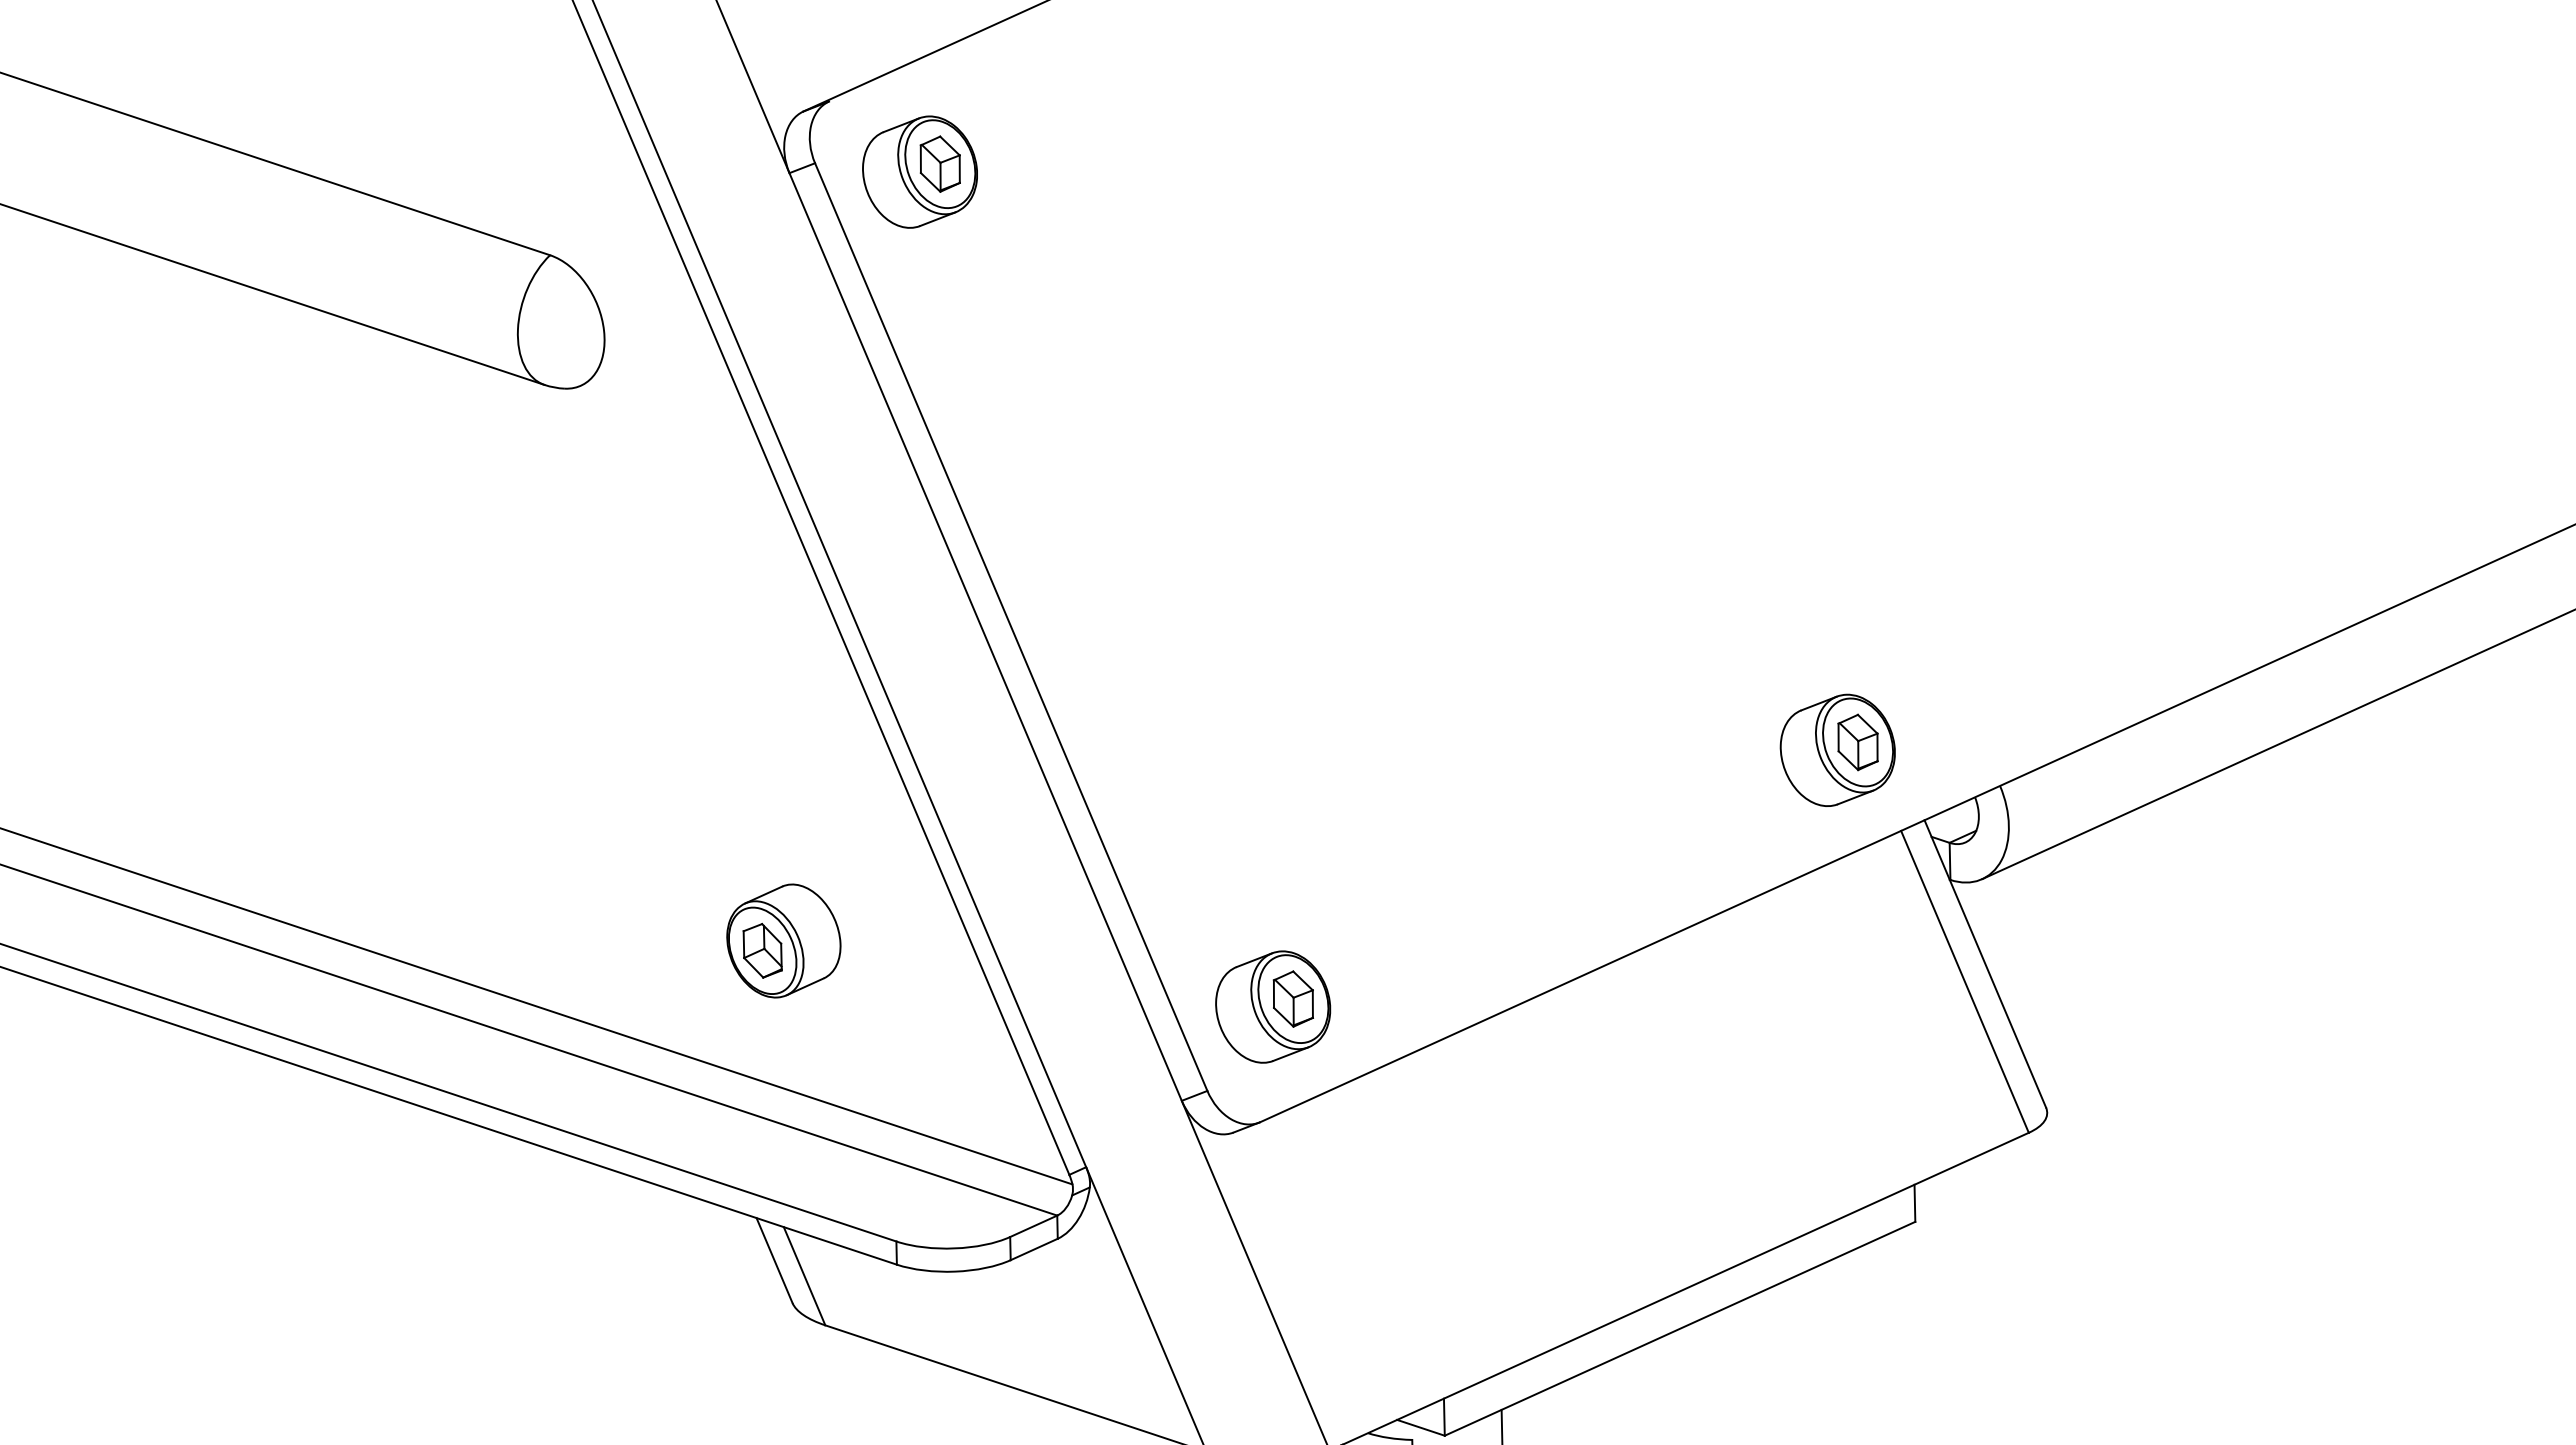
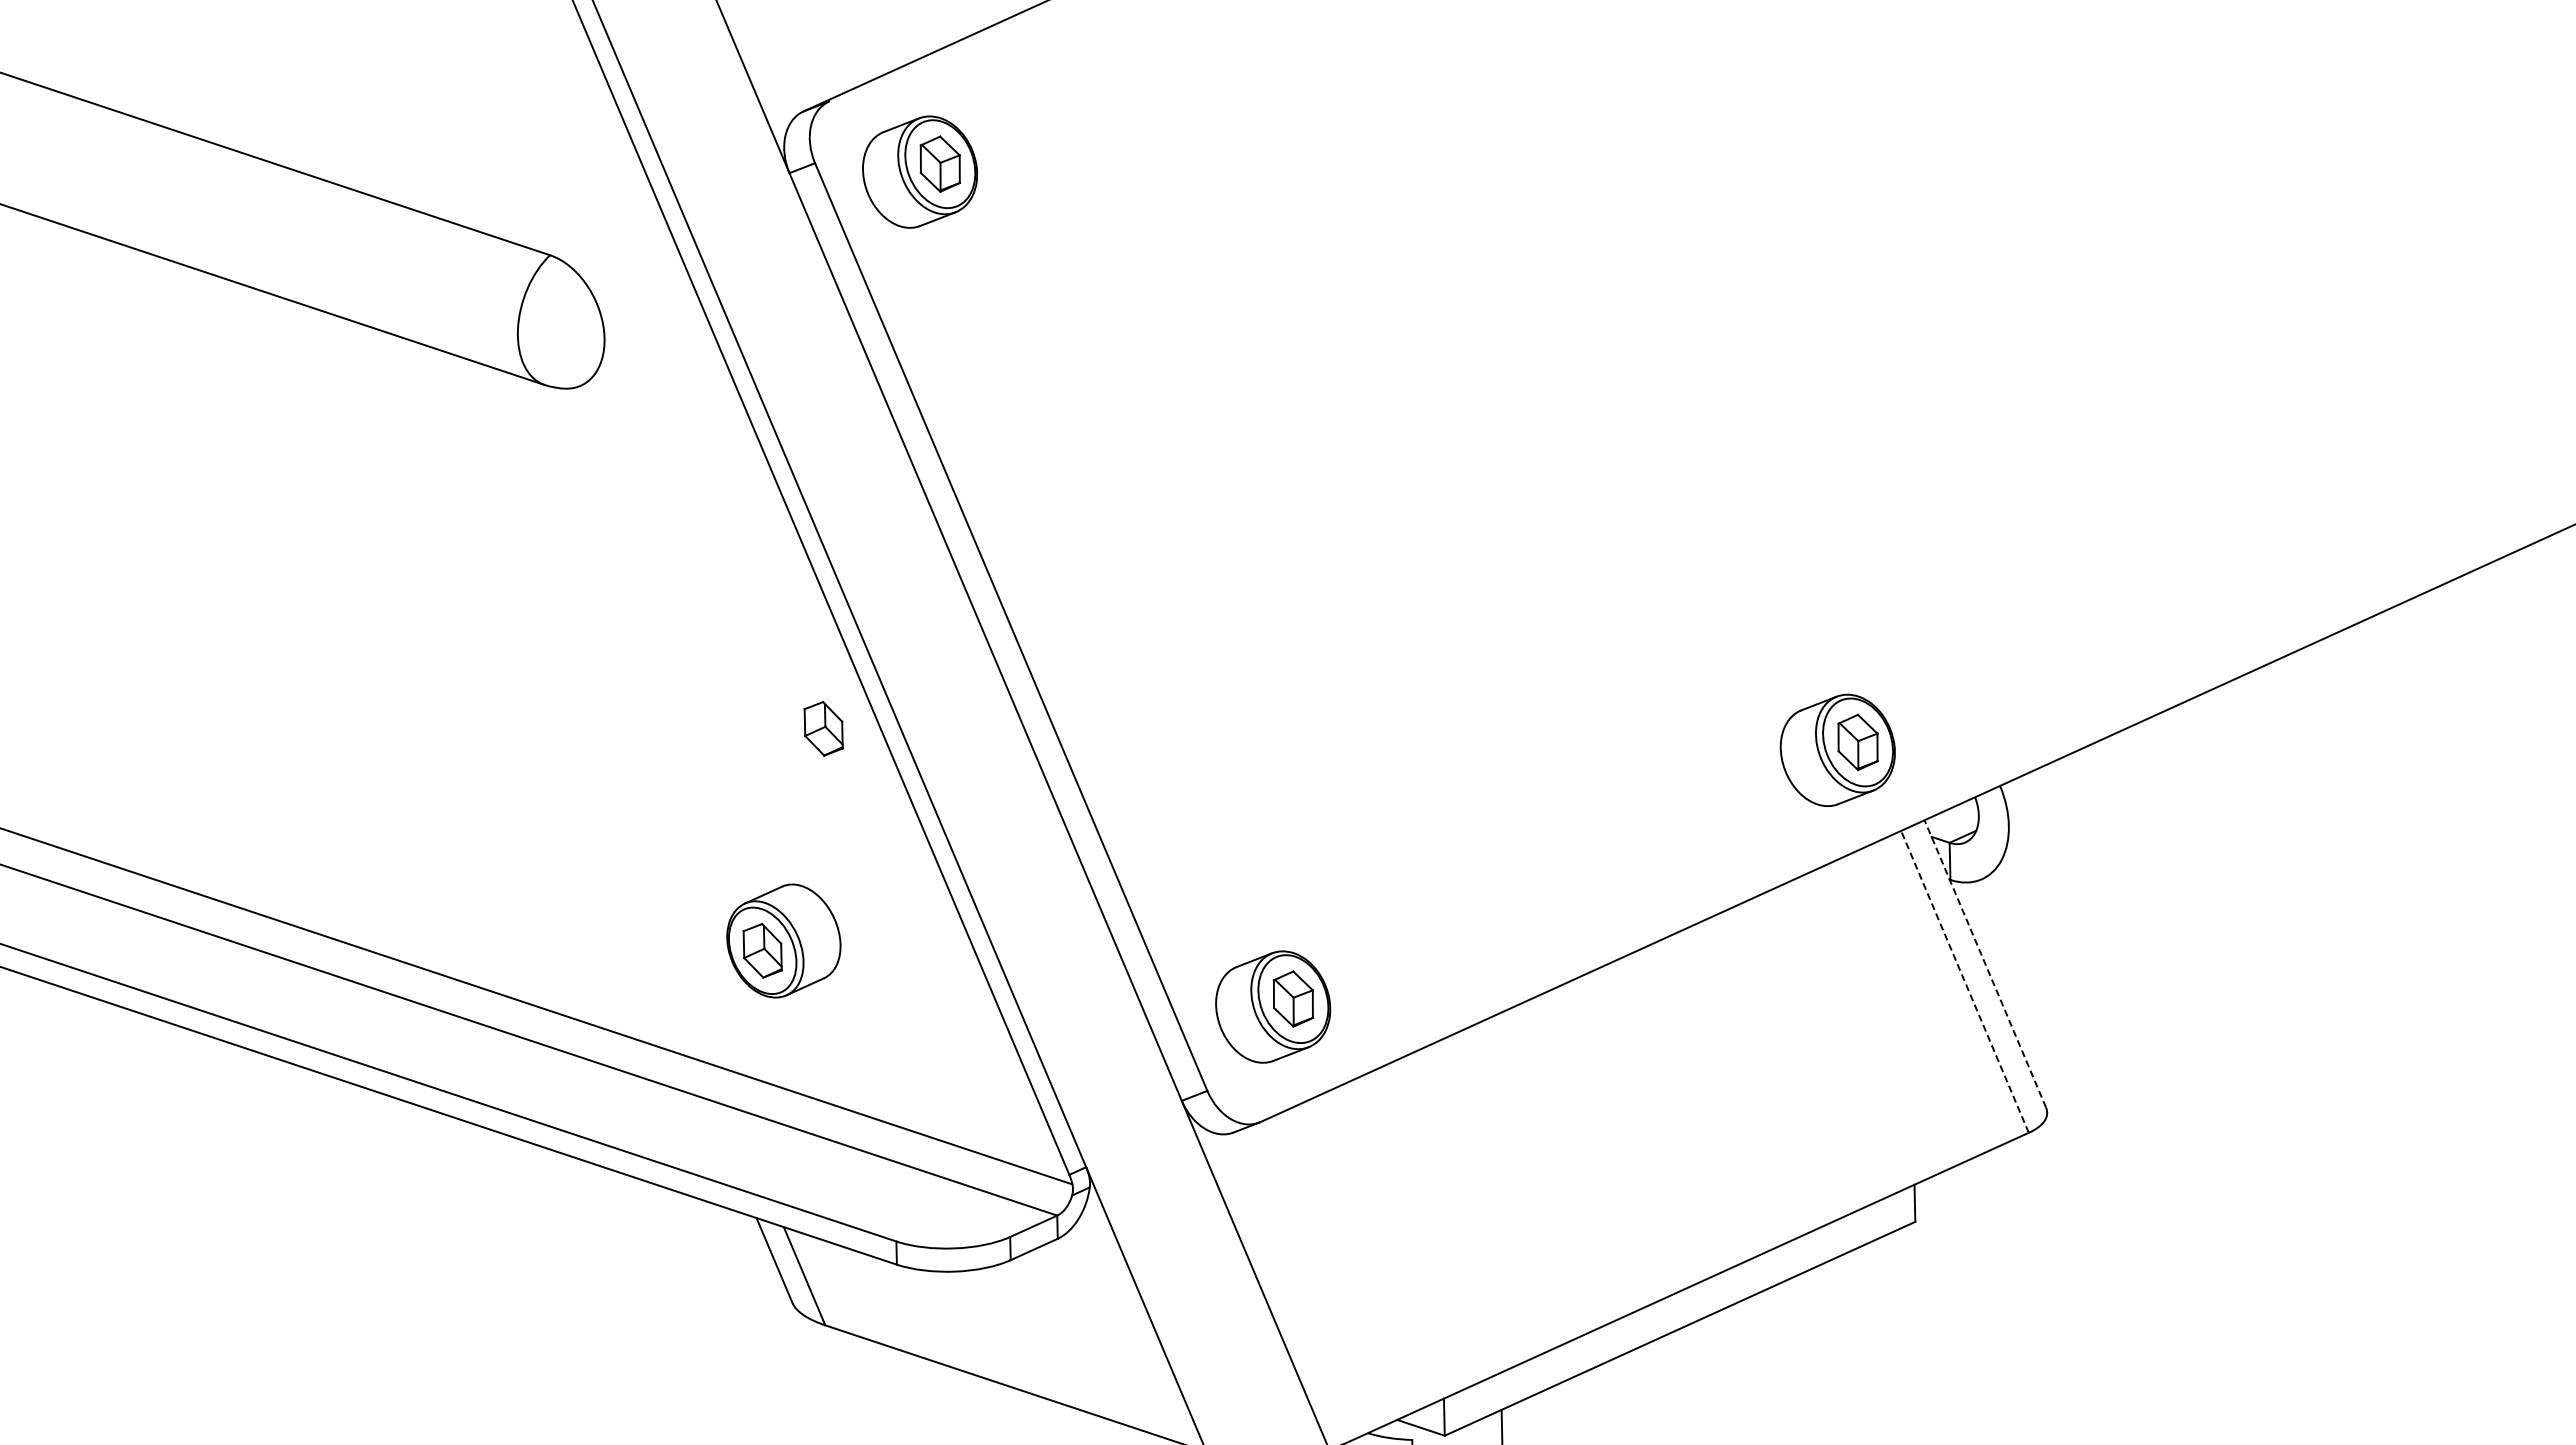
part at (823, 728): none -> present
line at (2277, 745): present -> none
line at (1985, 963): solid -> dashed
line at (1964, 981): solid -> dashed
